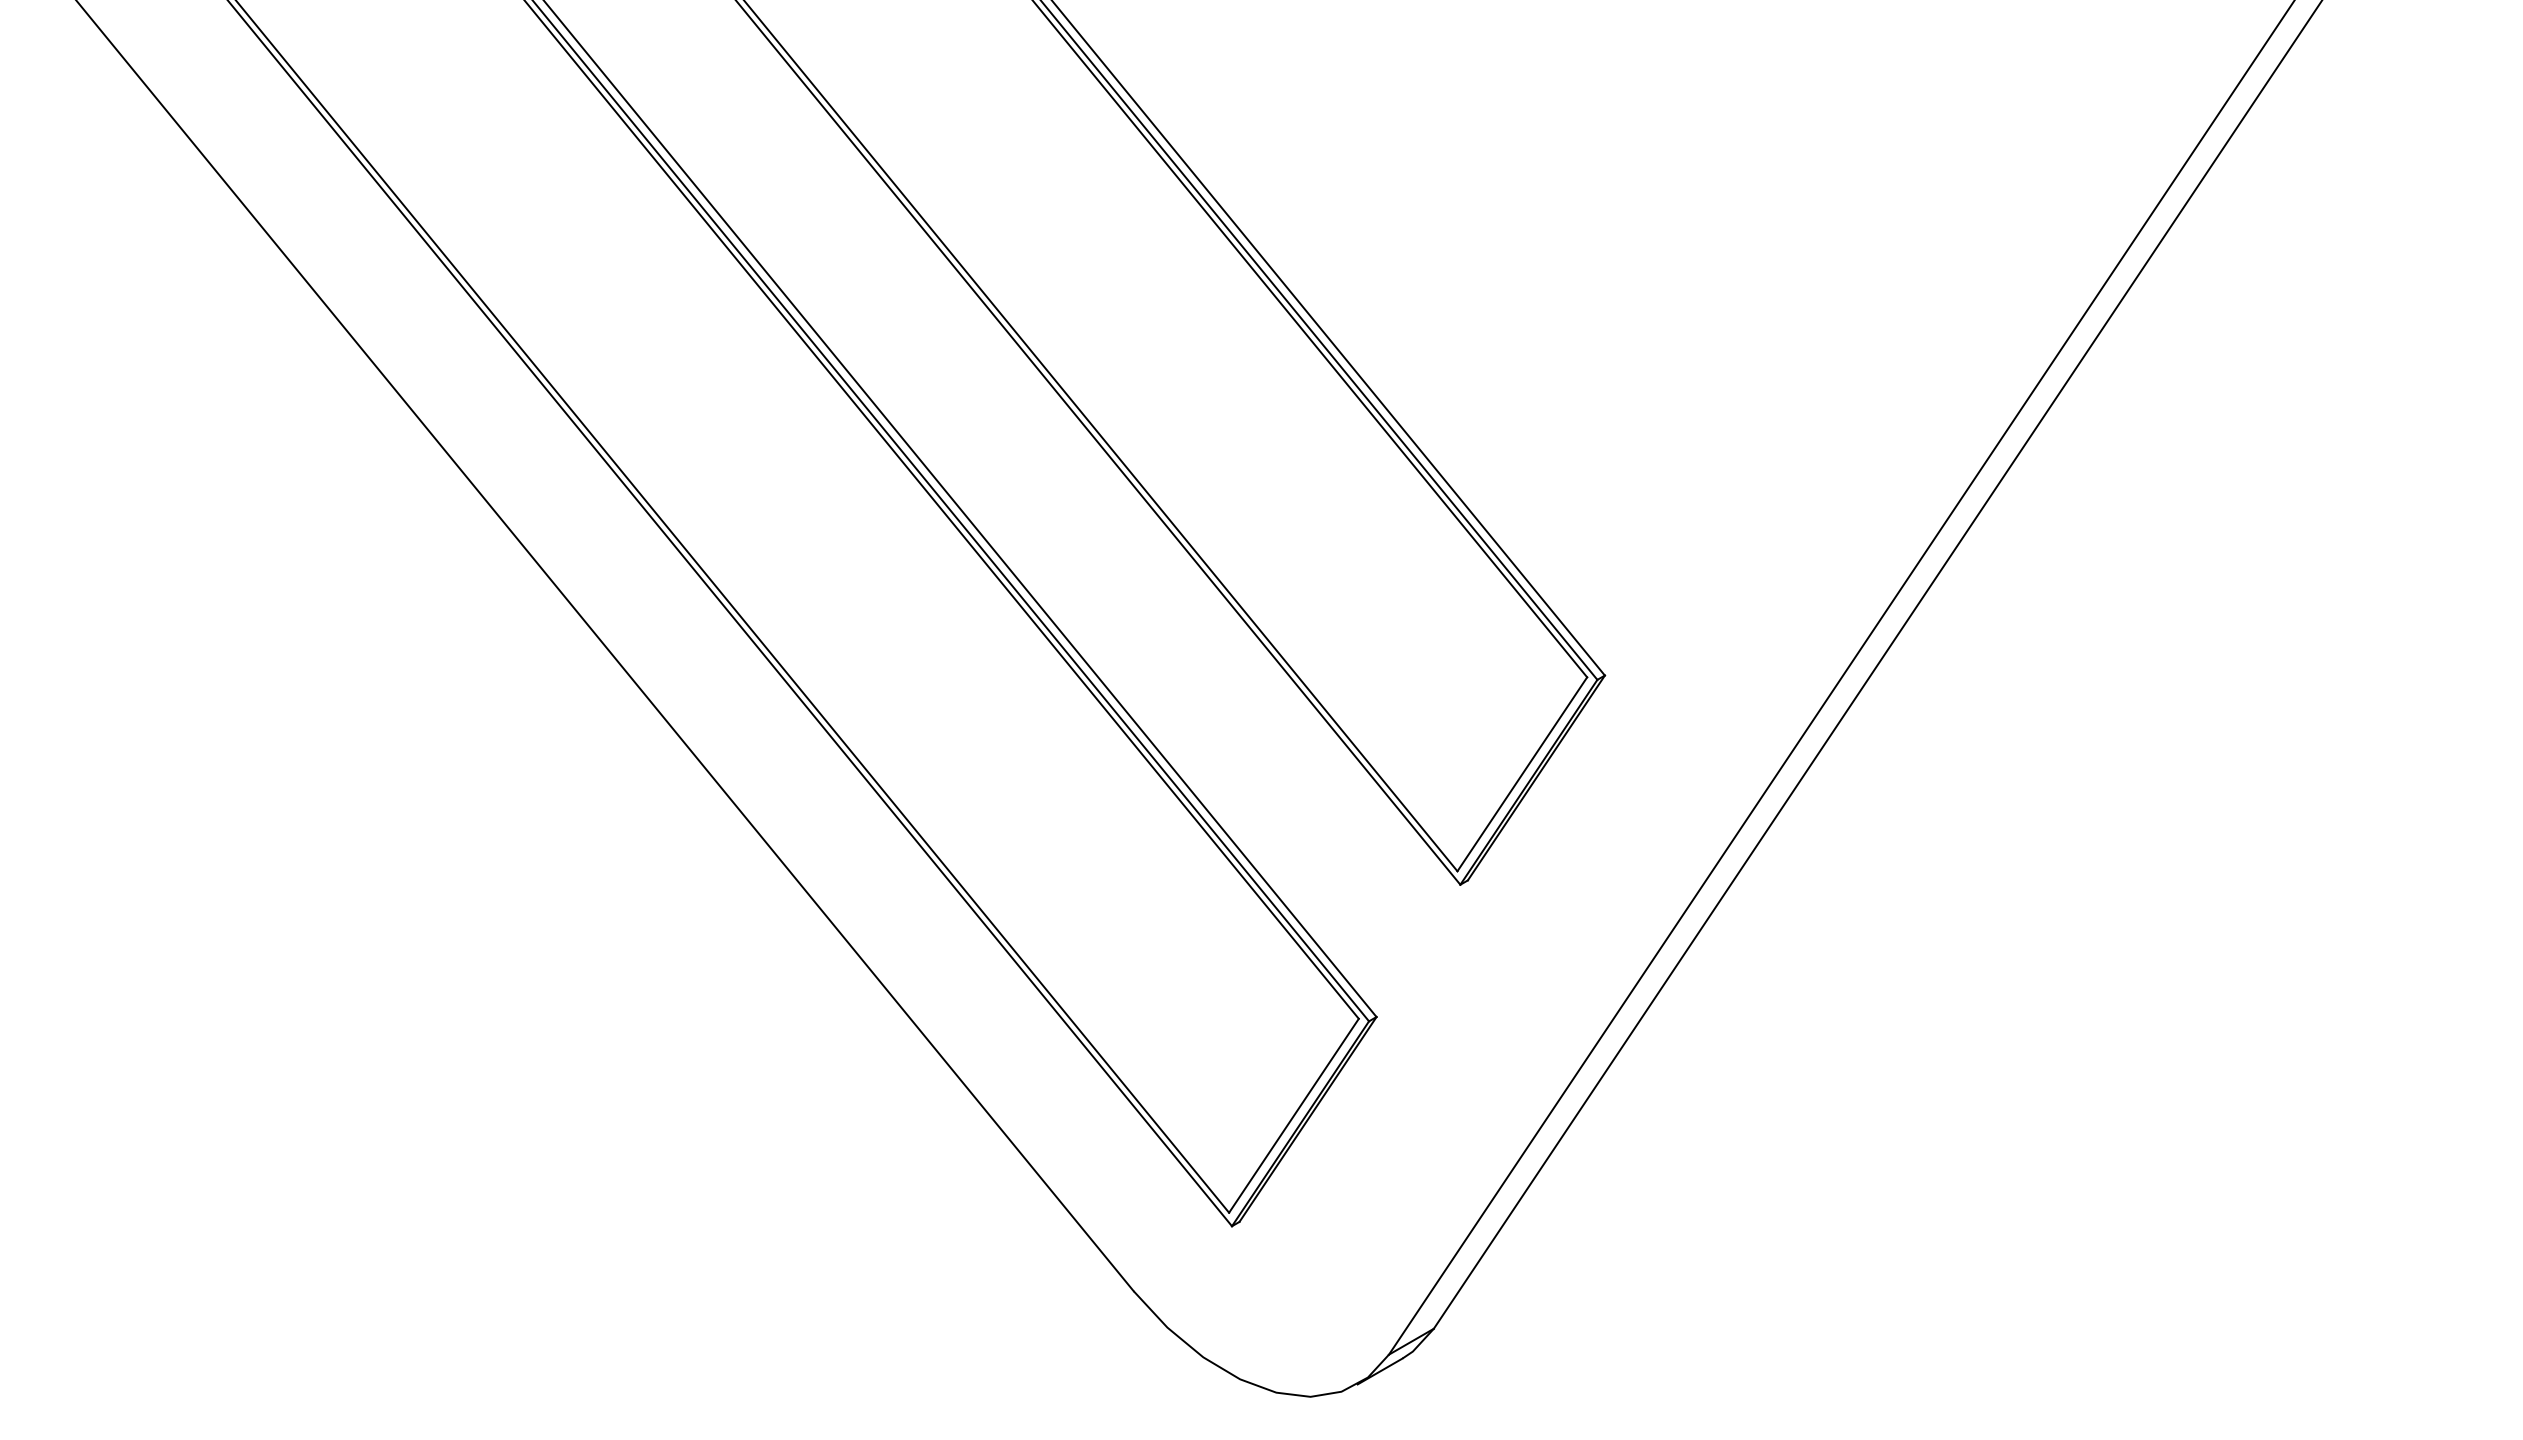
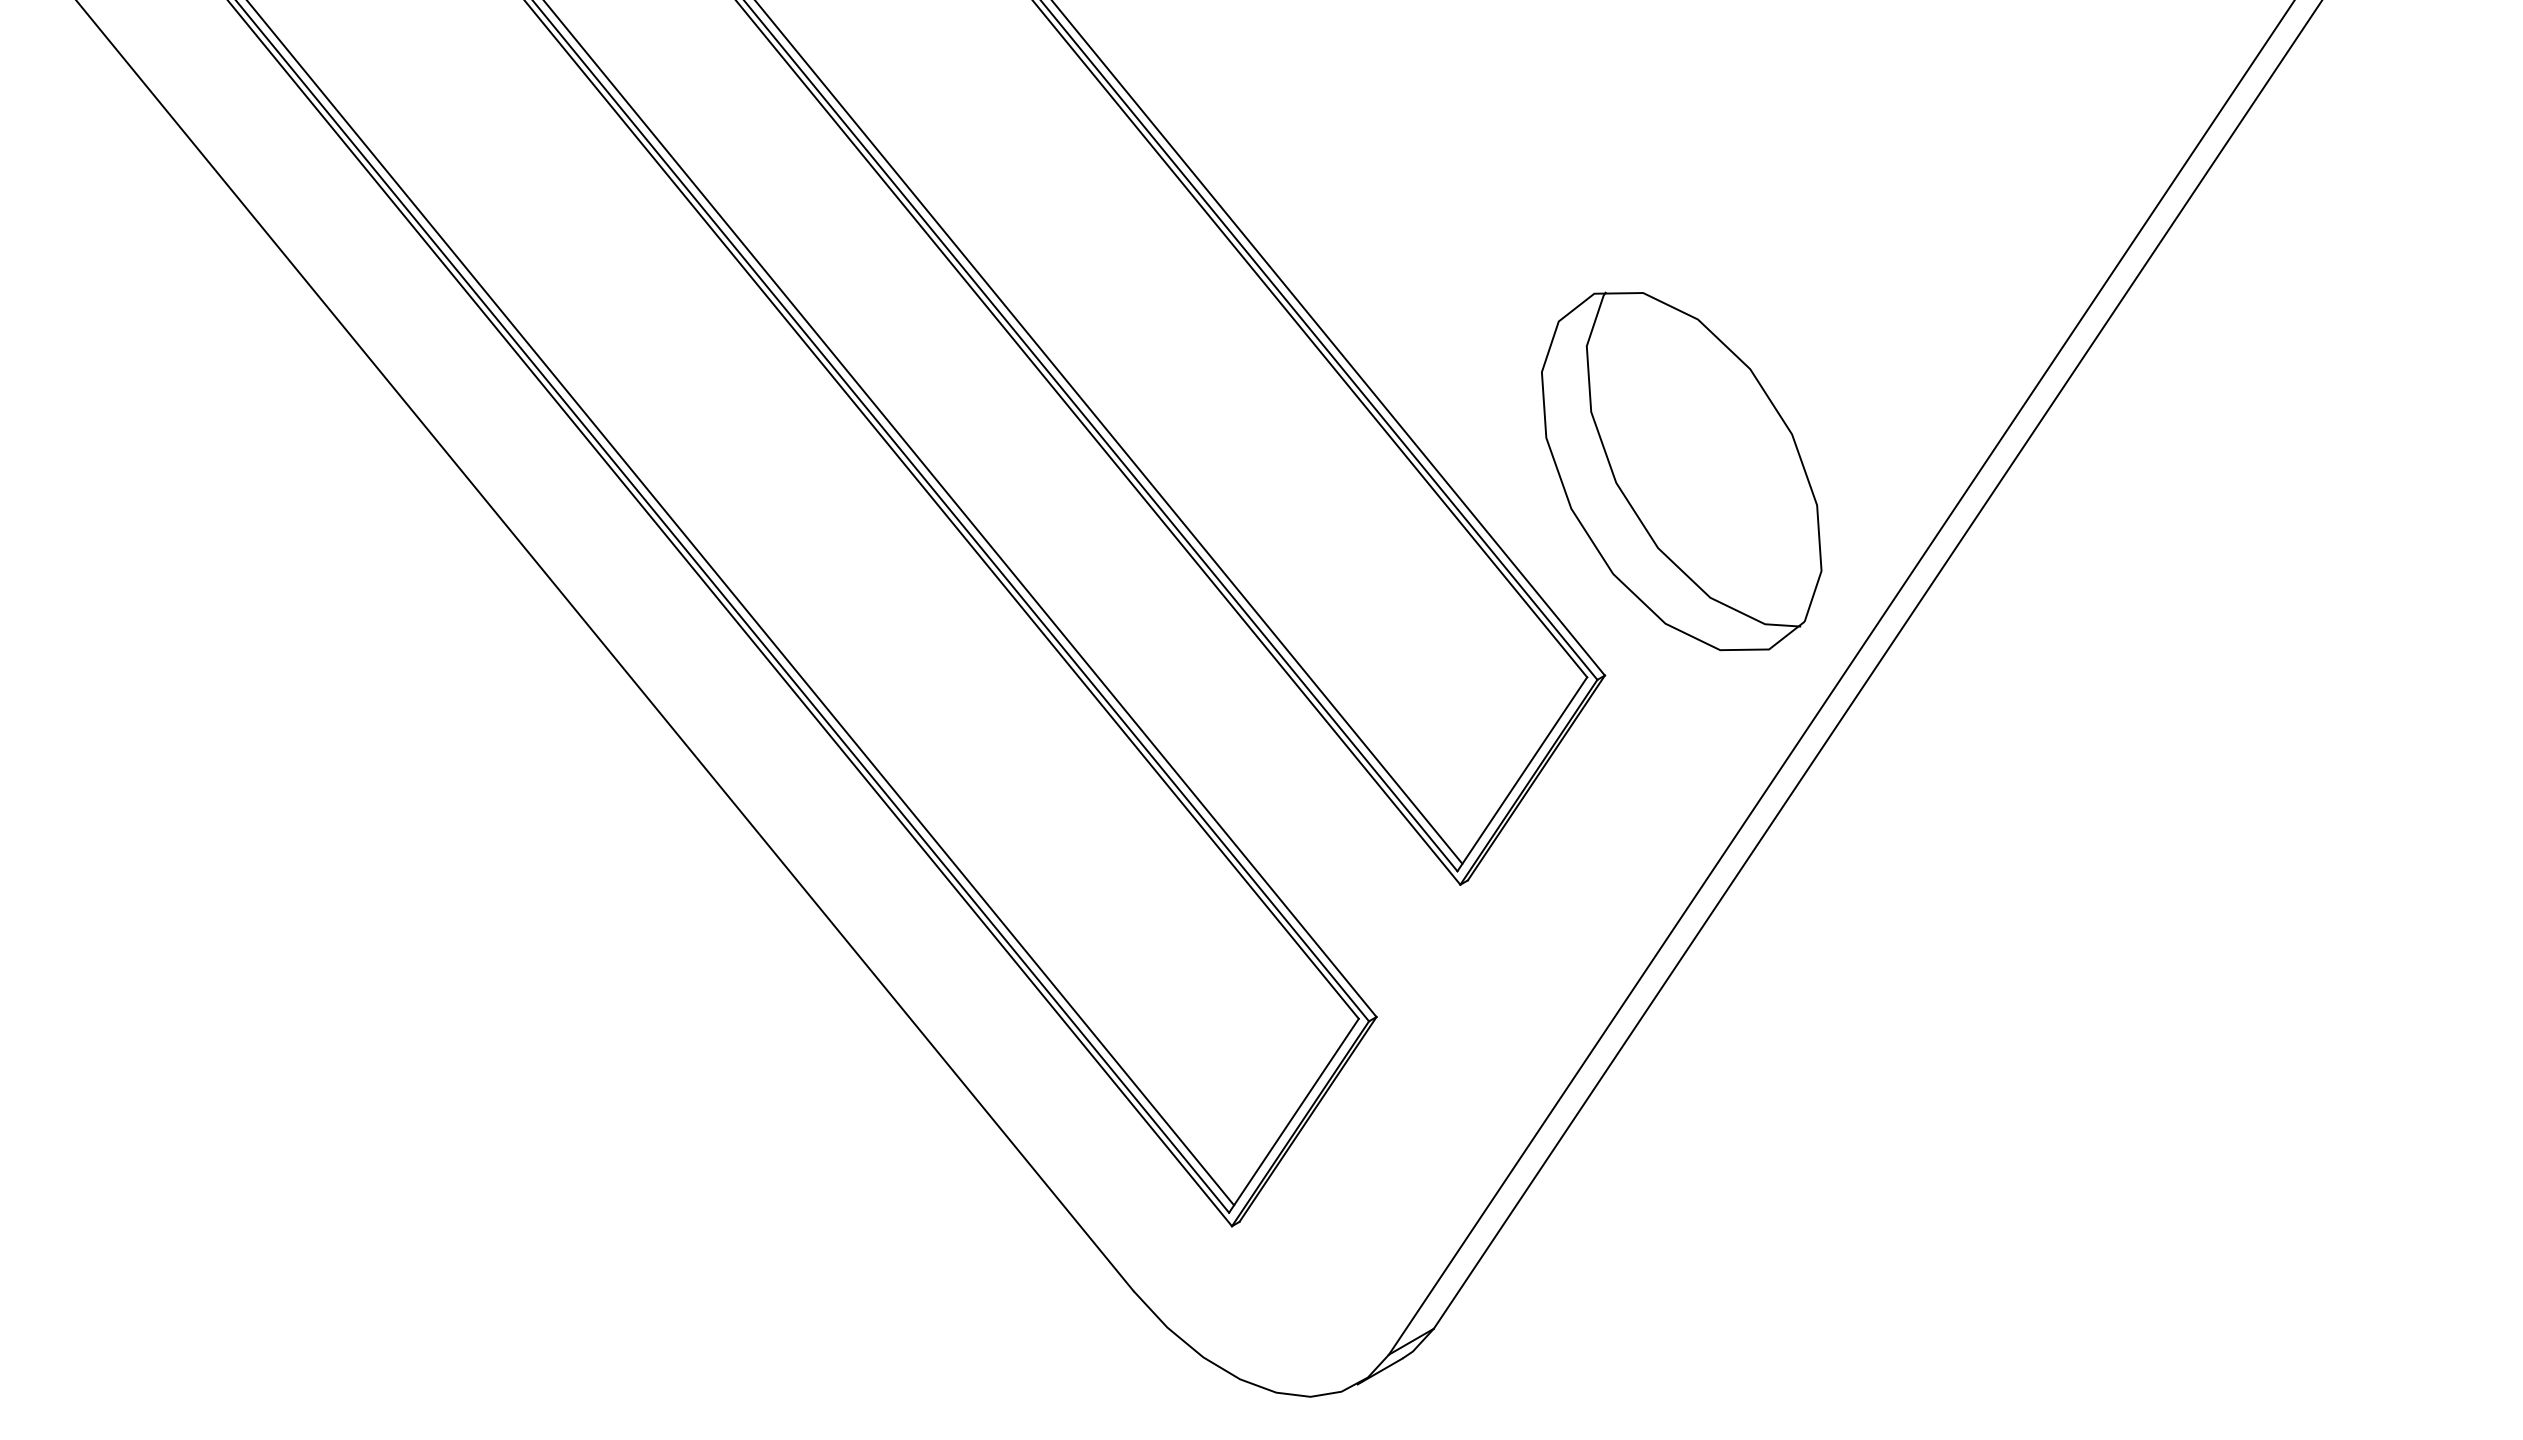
line at (1109, 432): none -> present
part at (1681, 471): none -> present
line at (741, 603): none -> present
